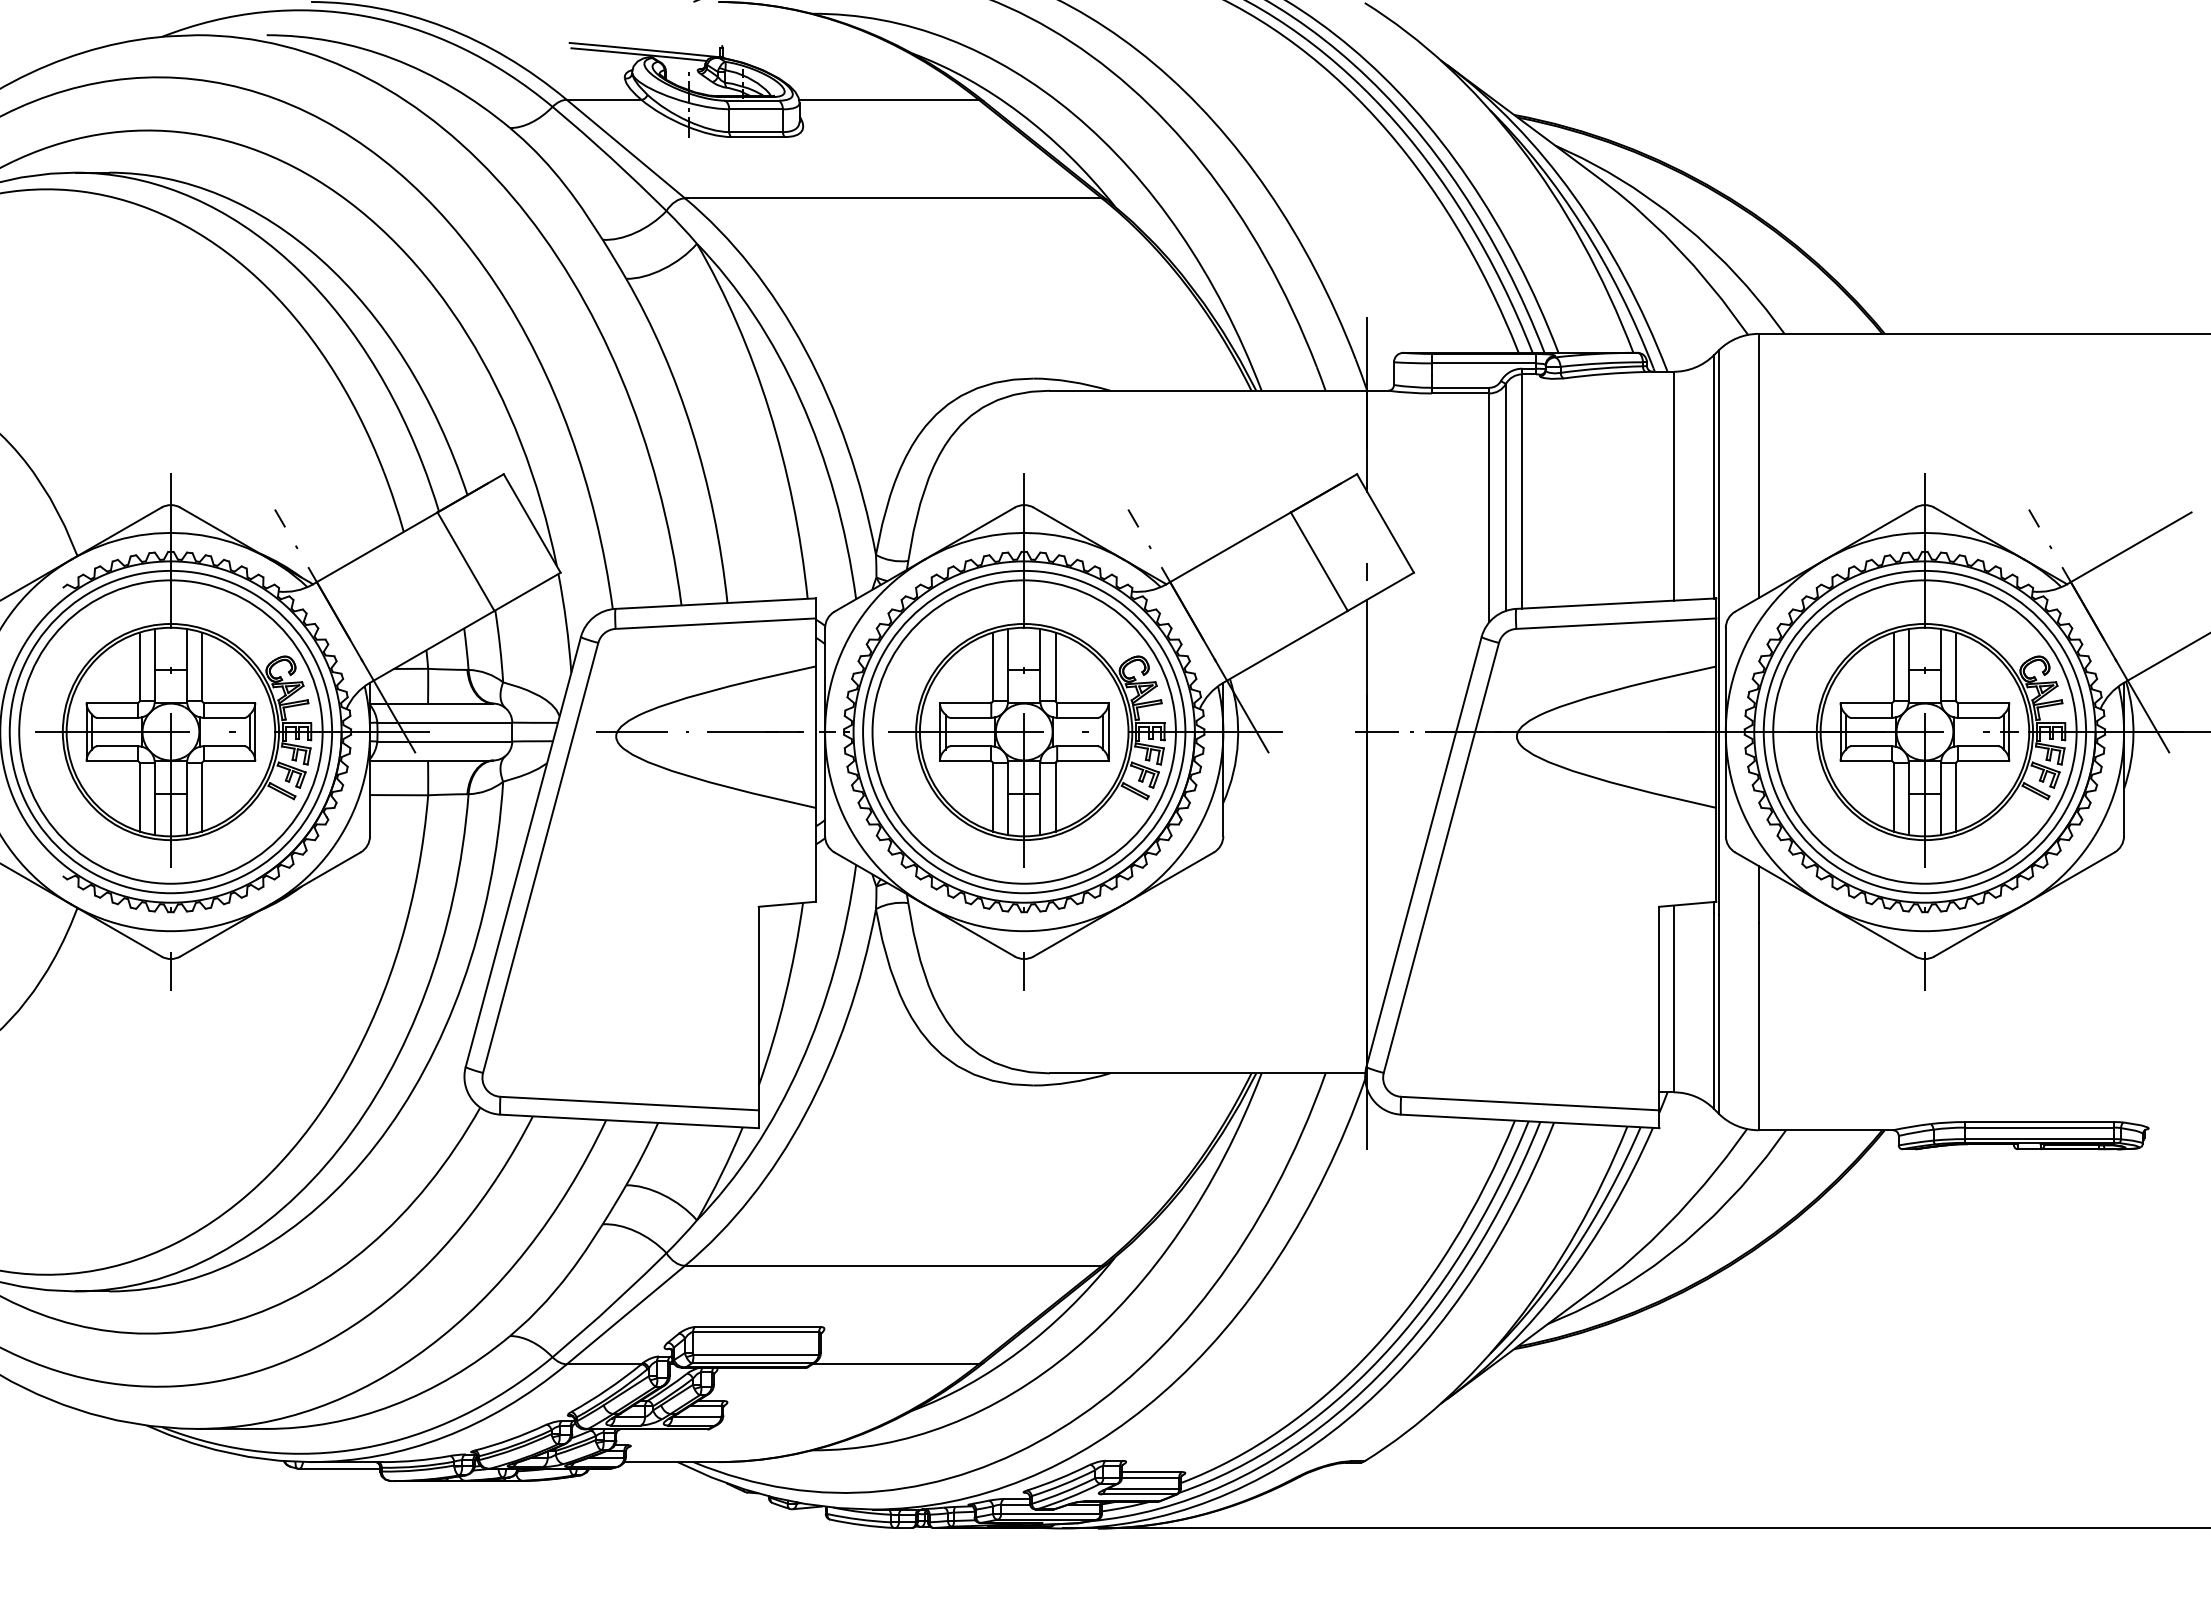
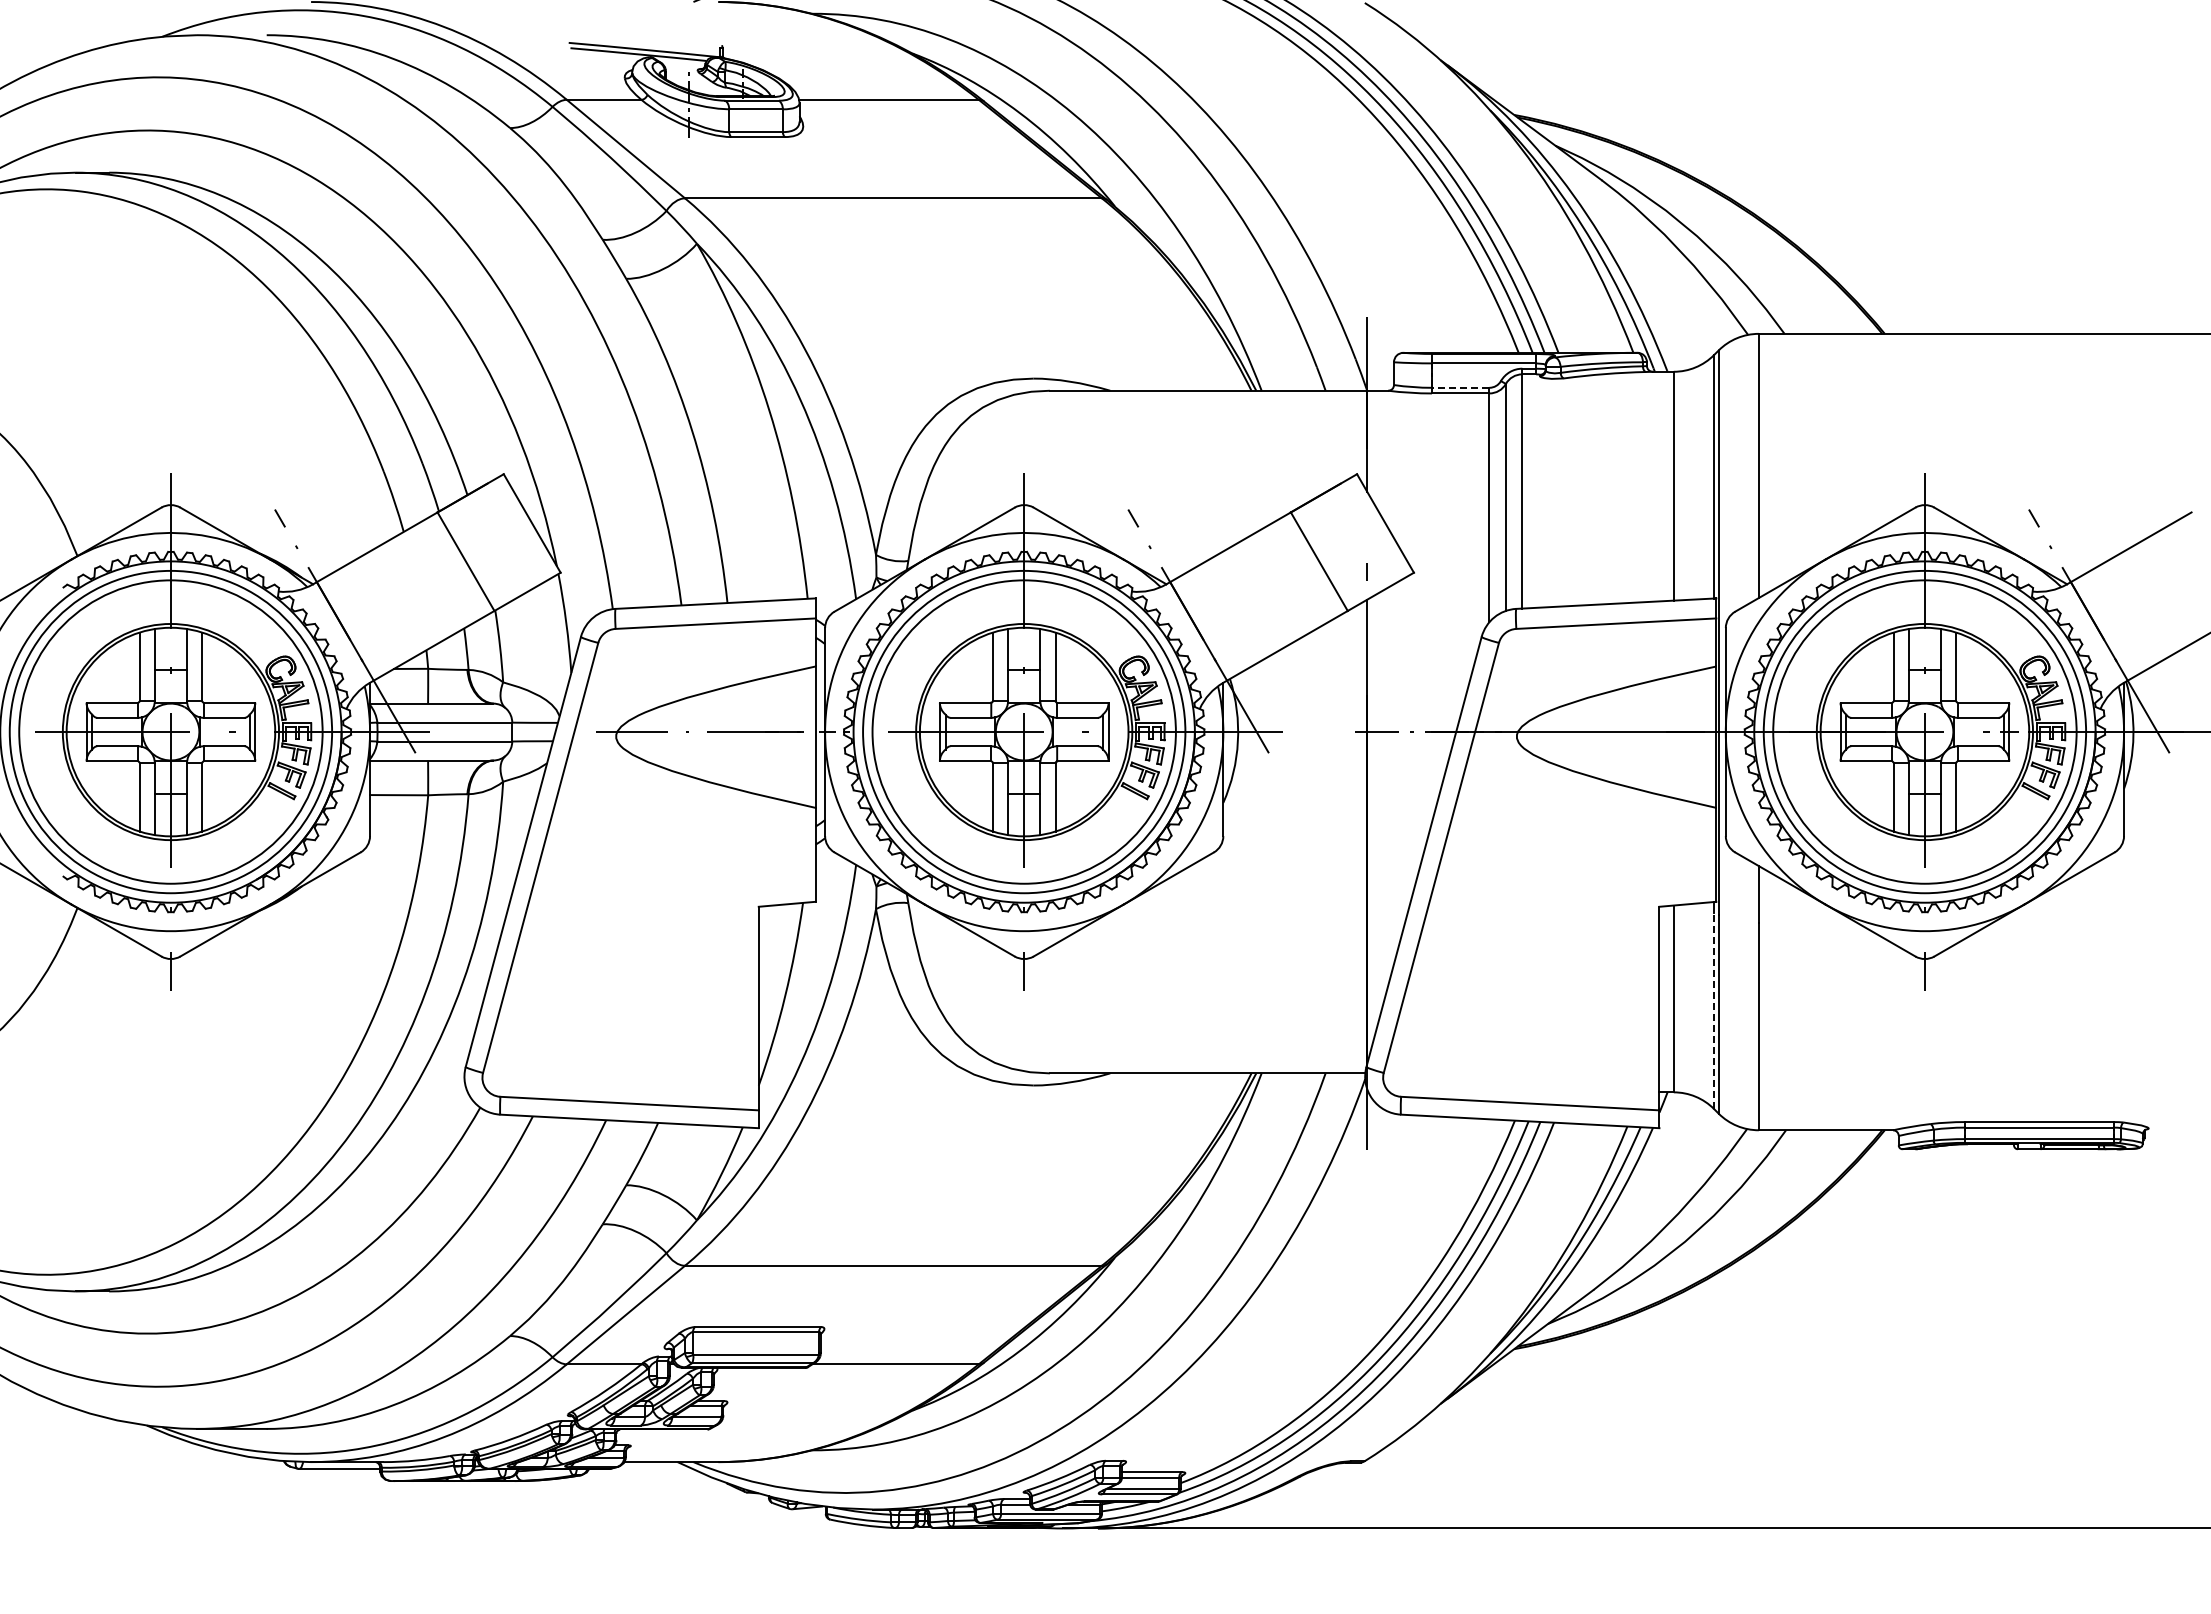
line at (1460, 387): solid -> dashed
line at (1714, 1010): solid -> dashed
